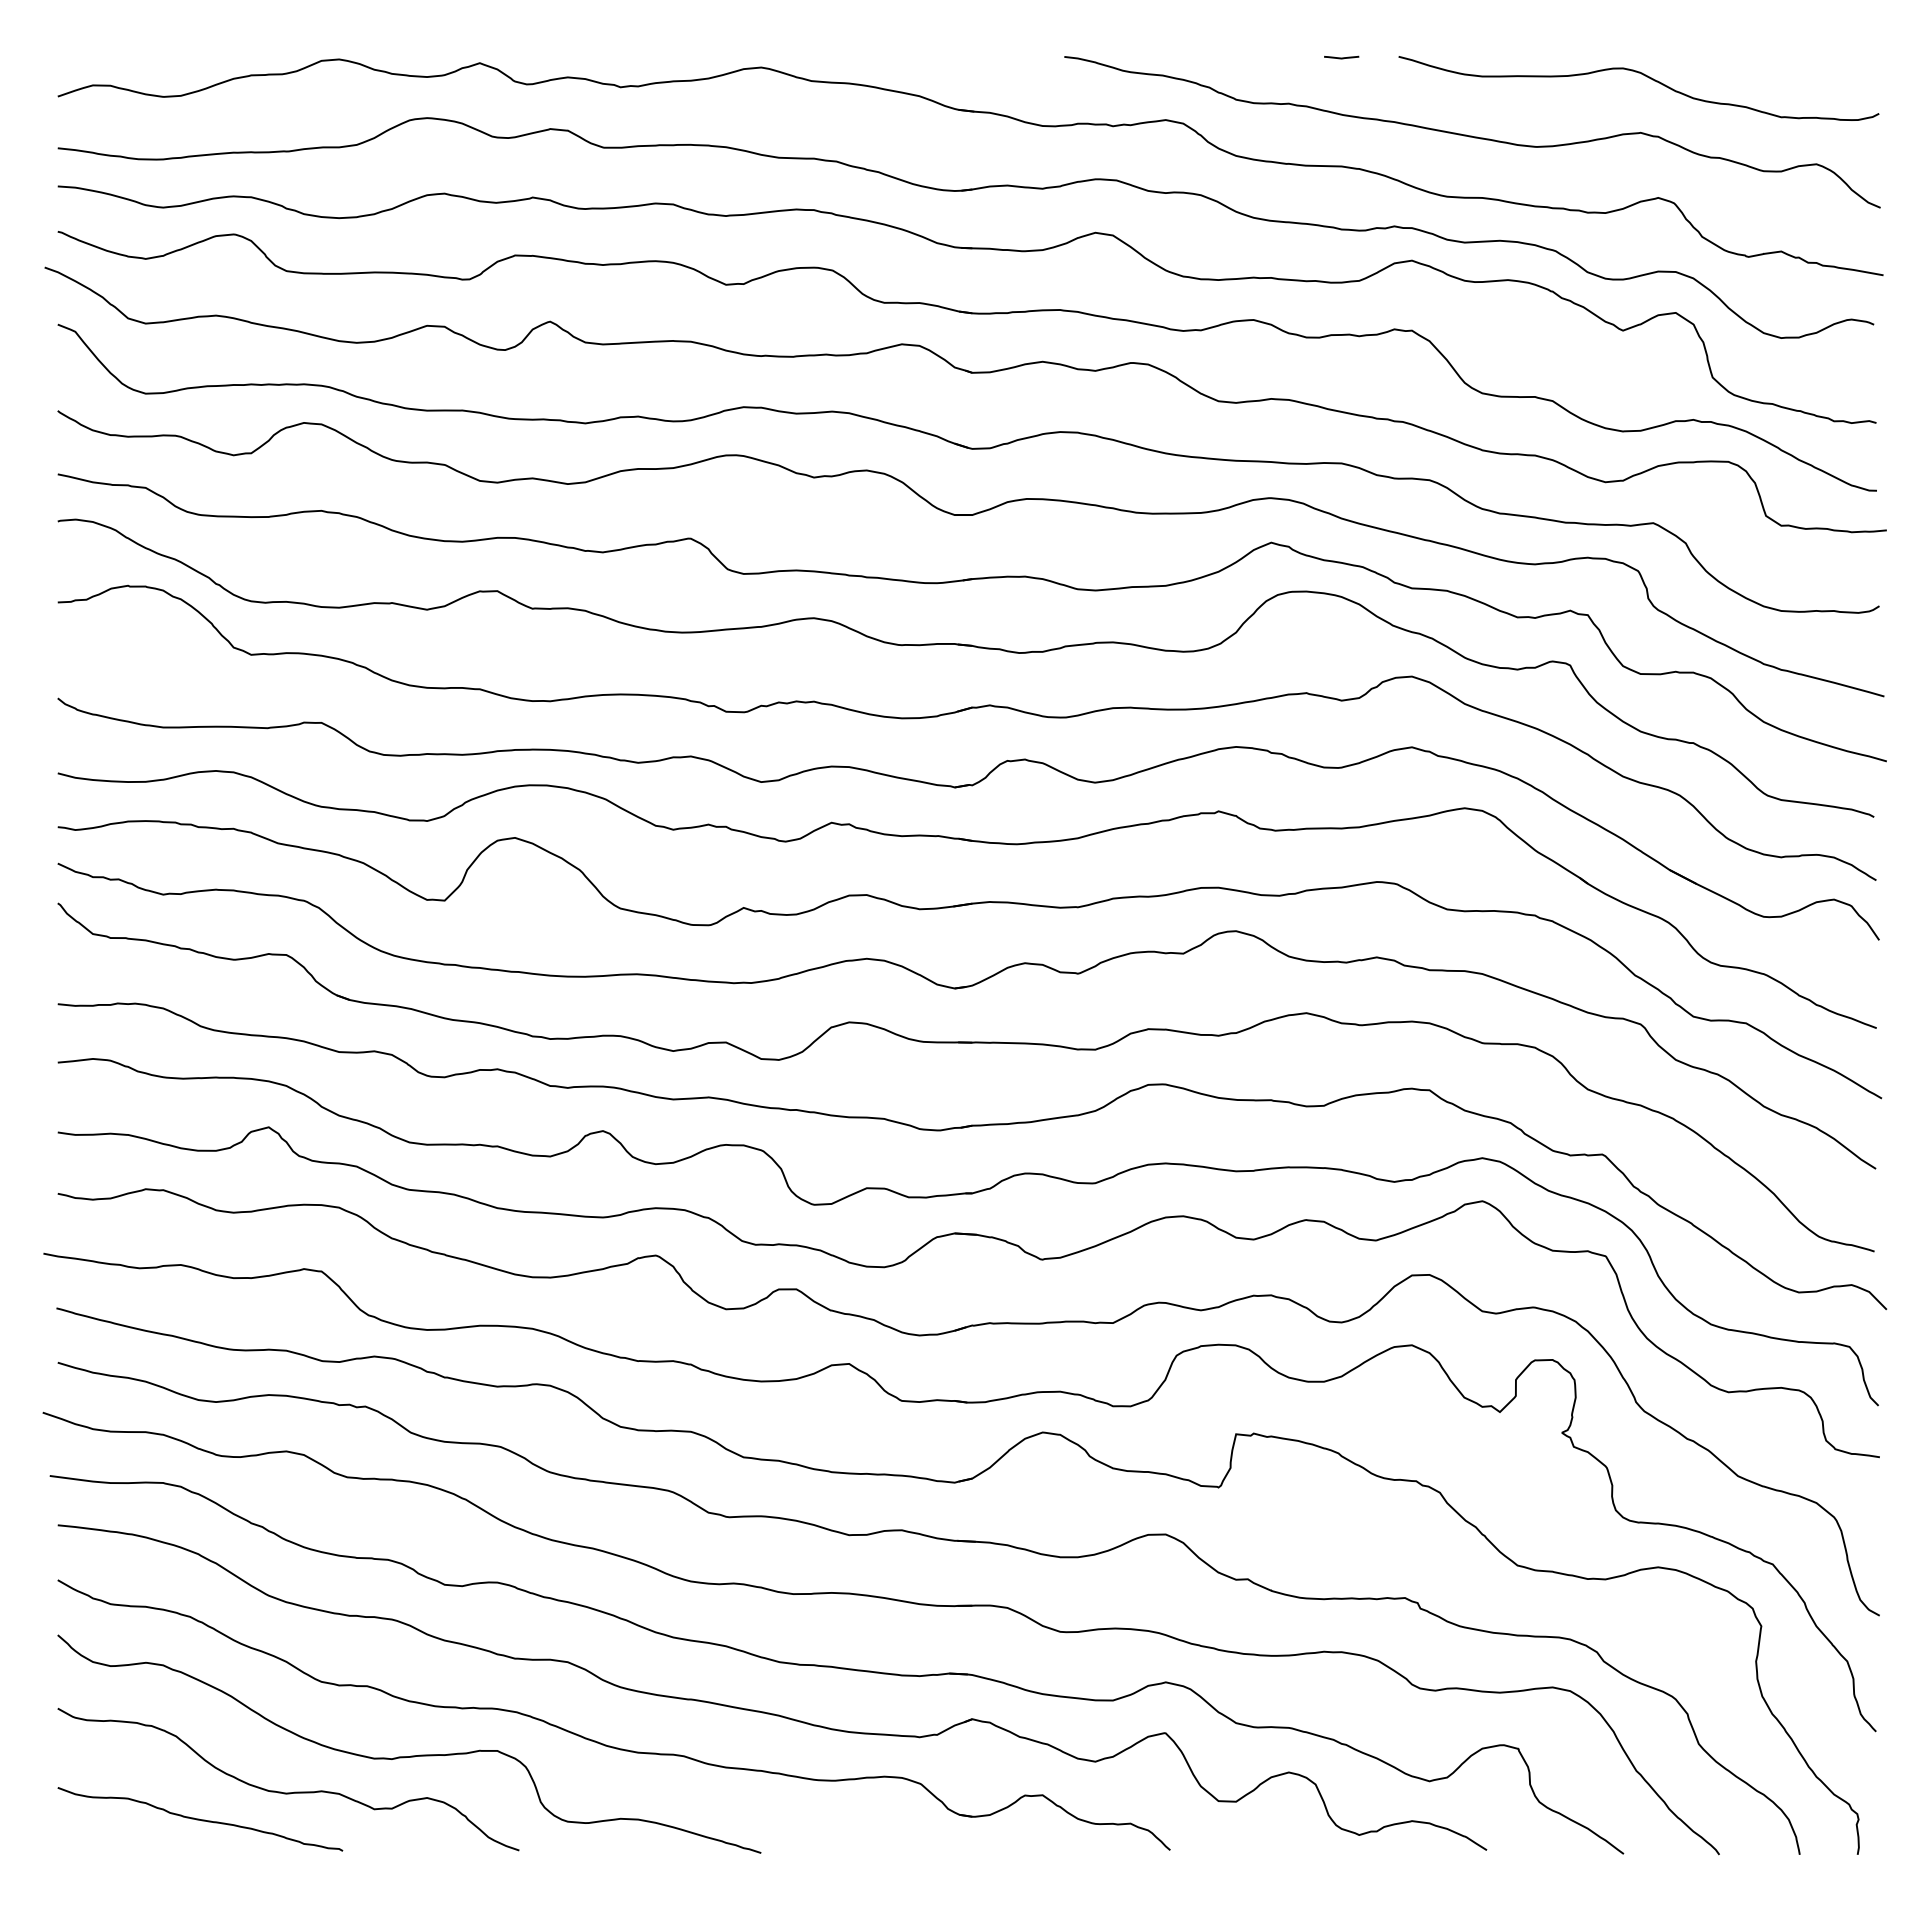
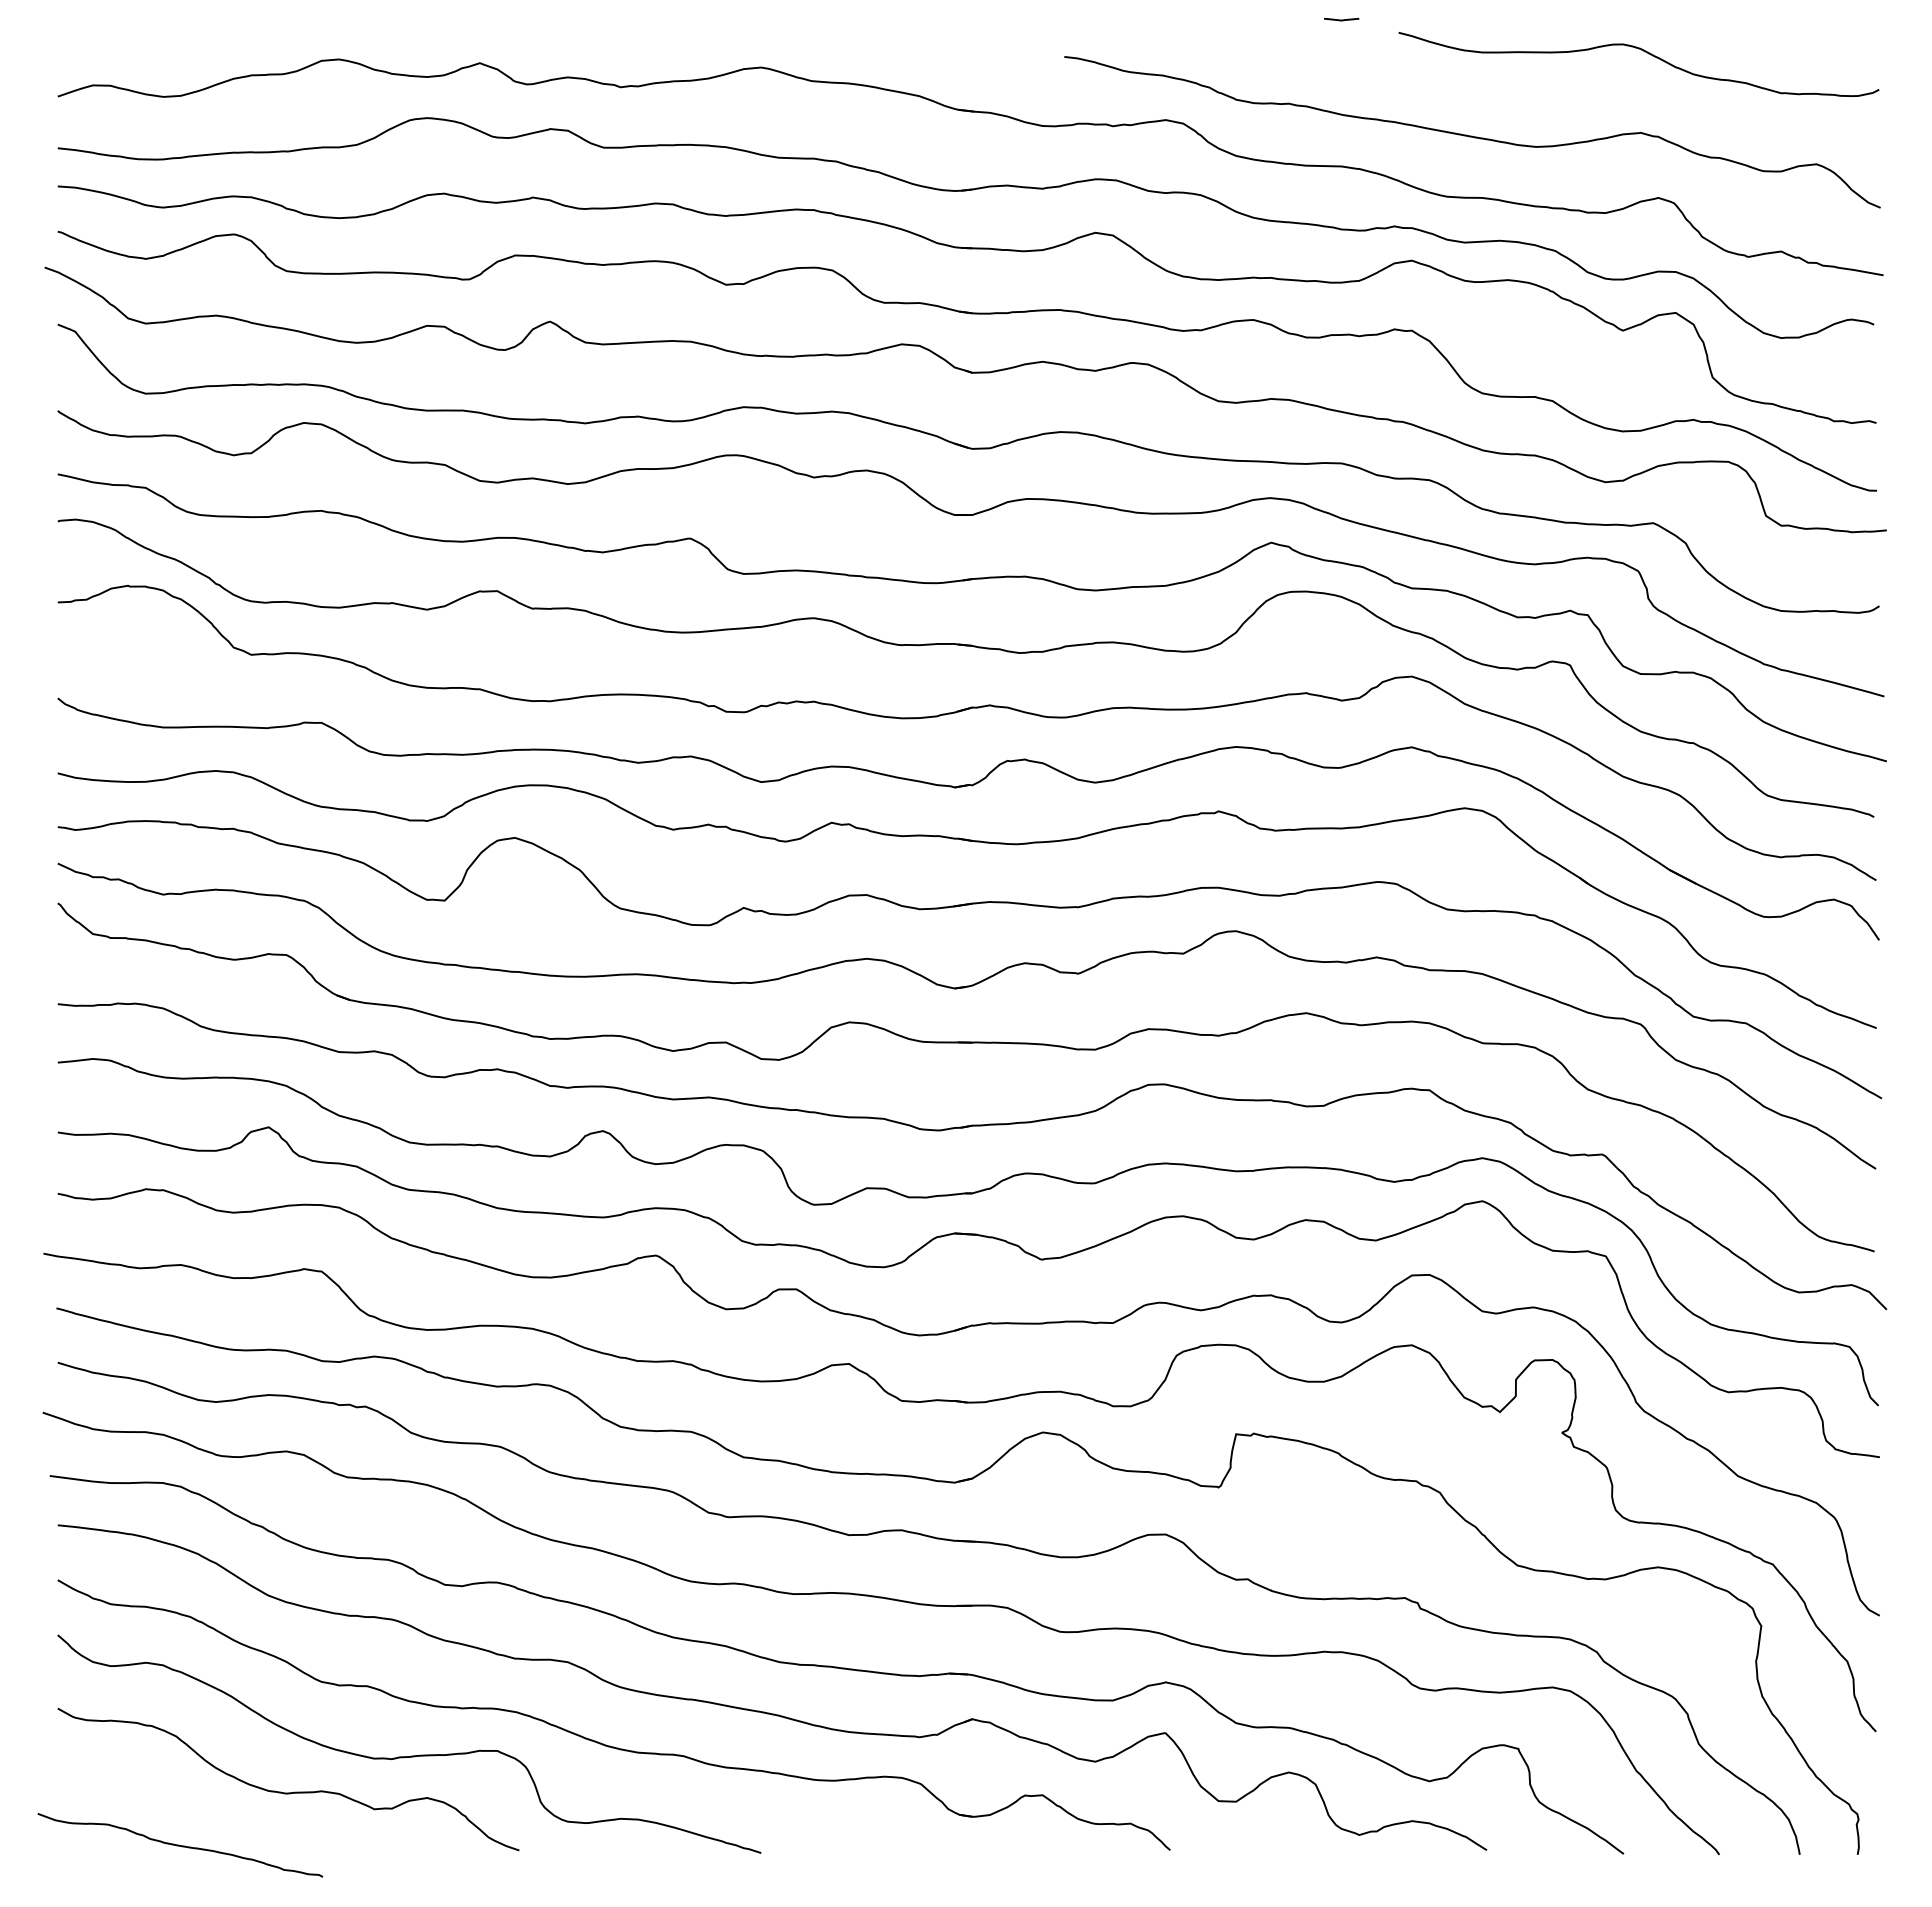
line at (1341, 57) position: (1341, 57) -> (1341, 19)
curve at (1645, 76) position: (1645, 76) -> (1645, 52)
curve at (200, 1819) position: (200, 1819) -> (180, 1845)
